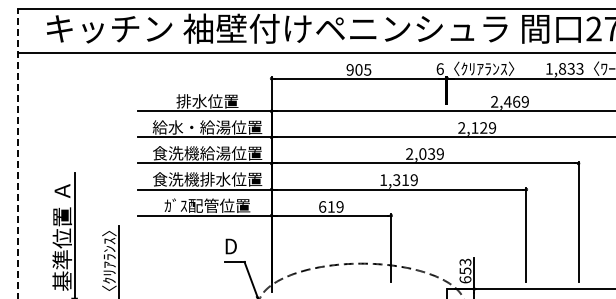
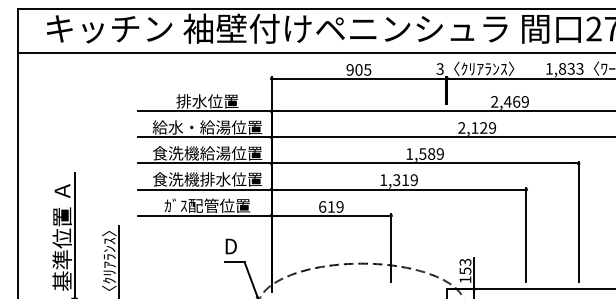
text at (439, 68): 6 -> 3
line at (18, 153): dashed -> solid
text at (420, 153): 2,039 -> 1,589
text at (465, 279): 653 -> 153
